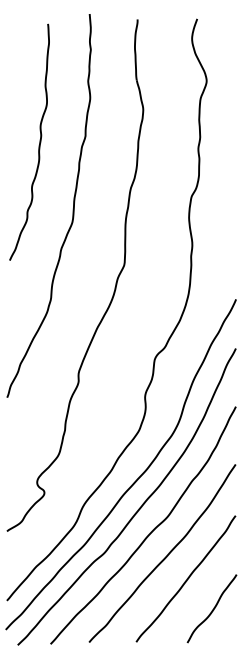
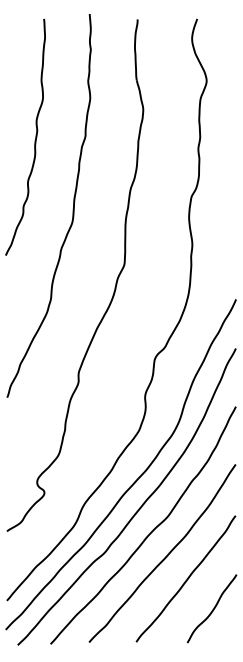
curve at (38, 145) position: (38, 145) -> (34, 140)
